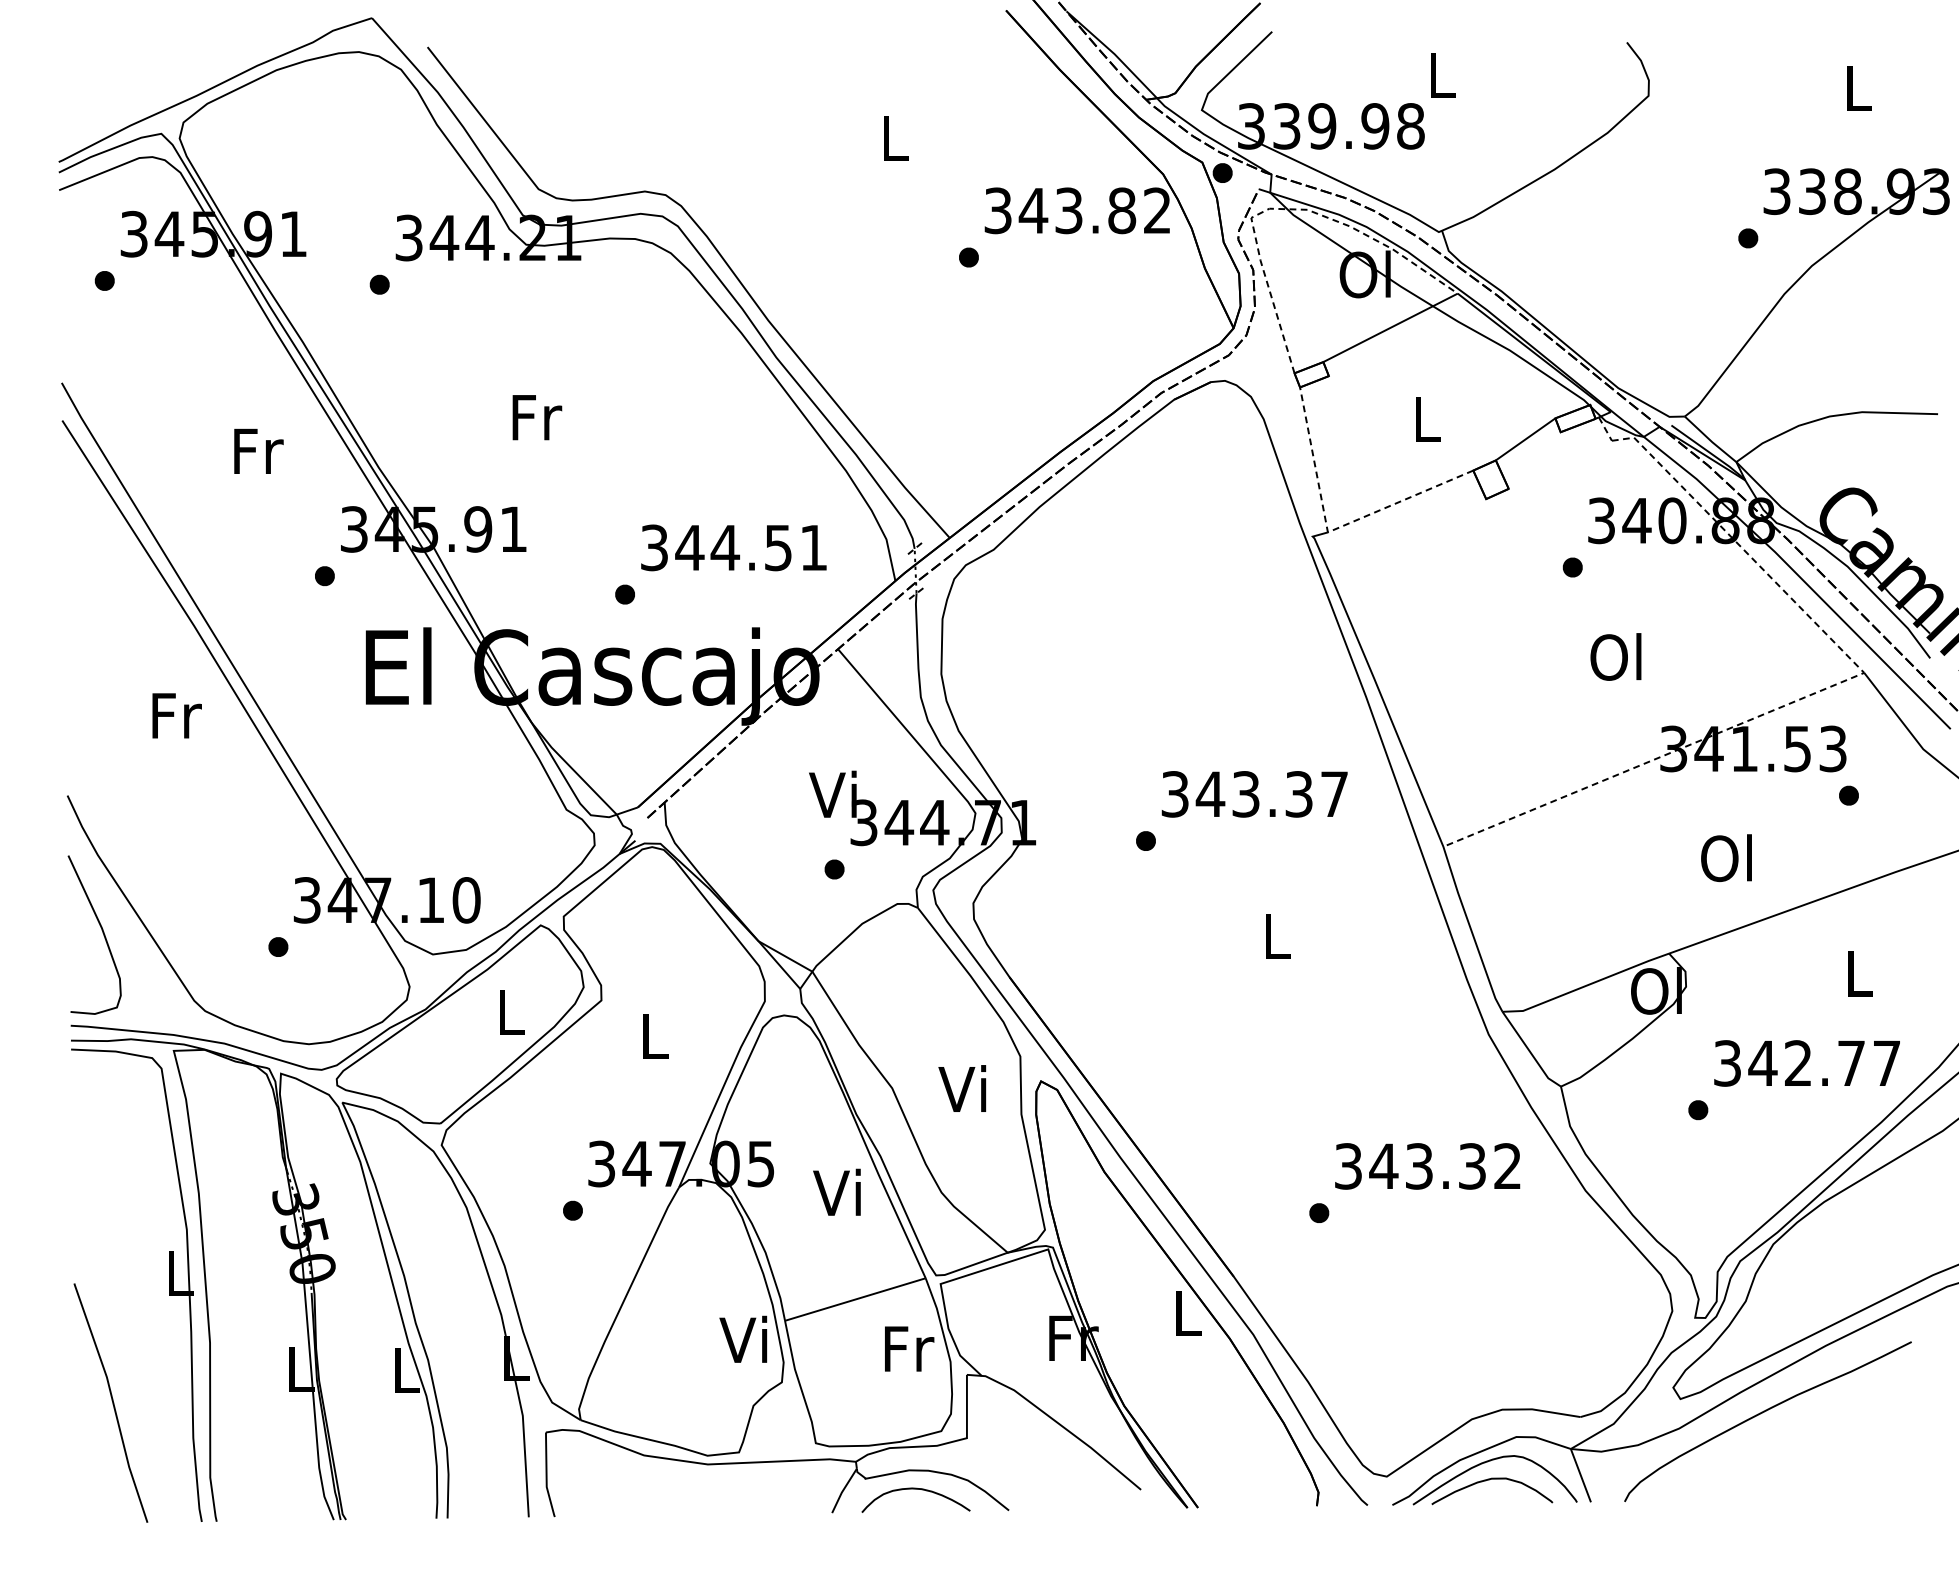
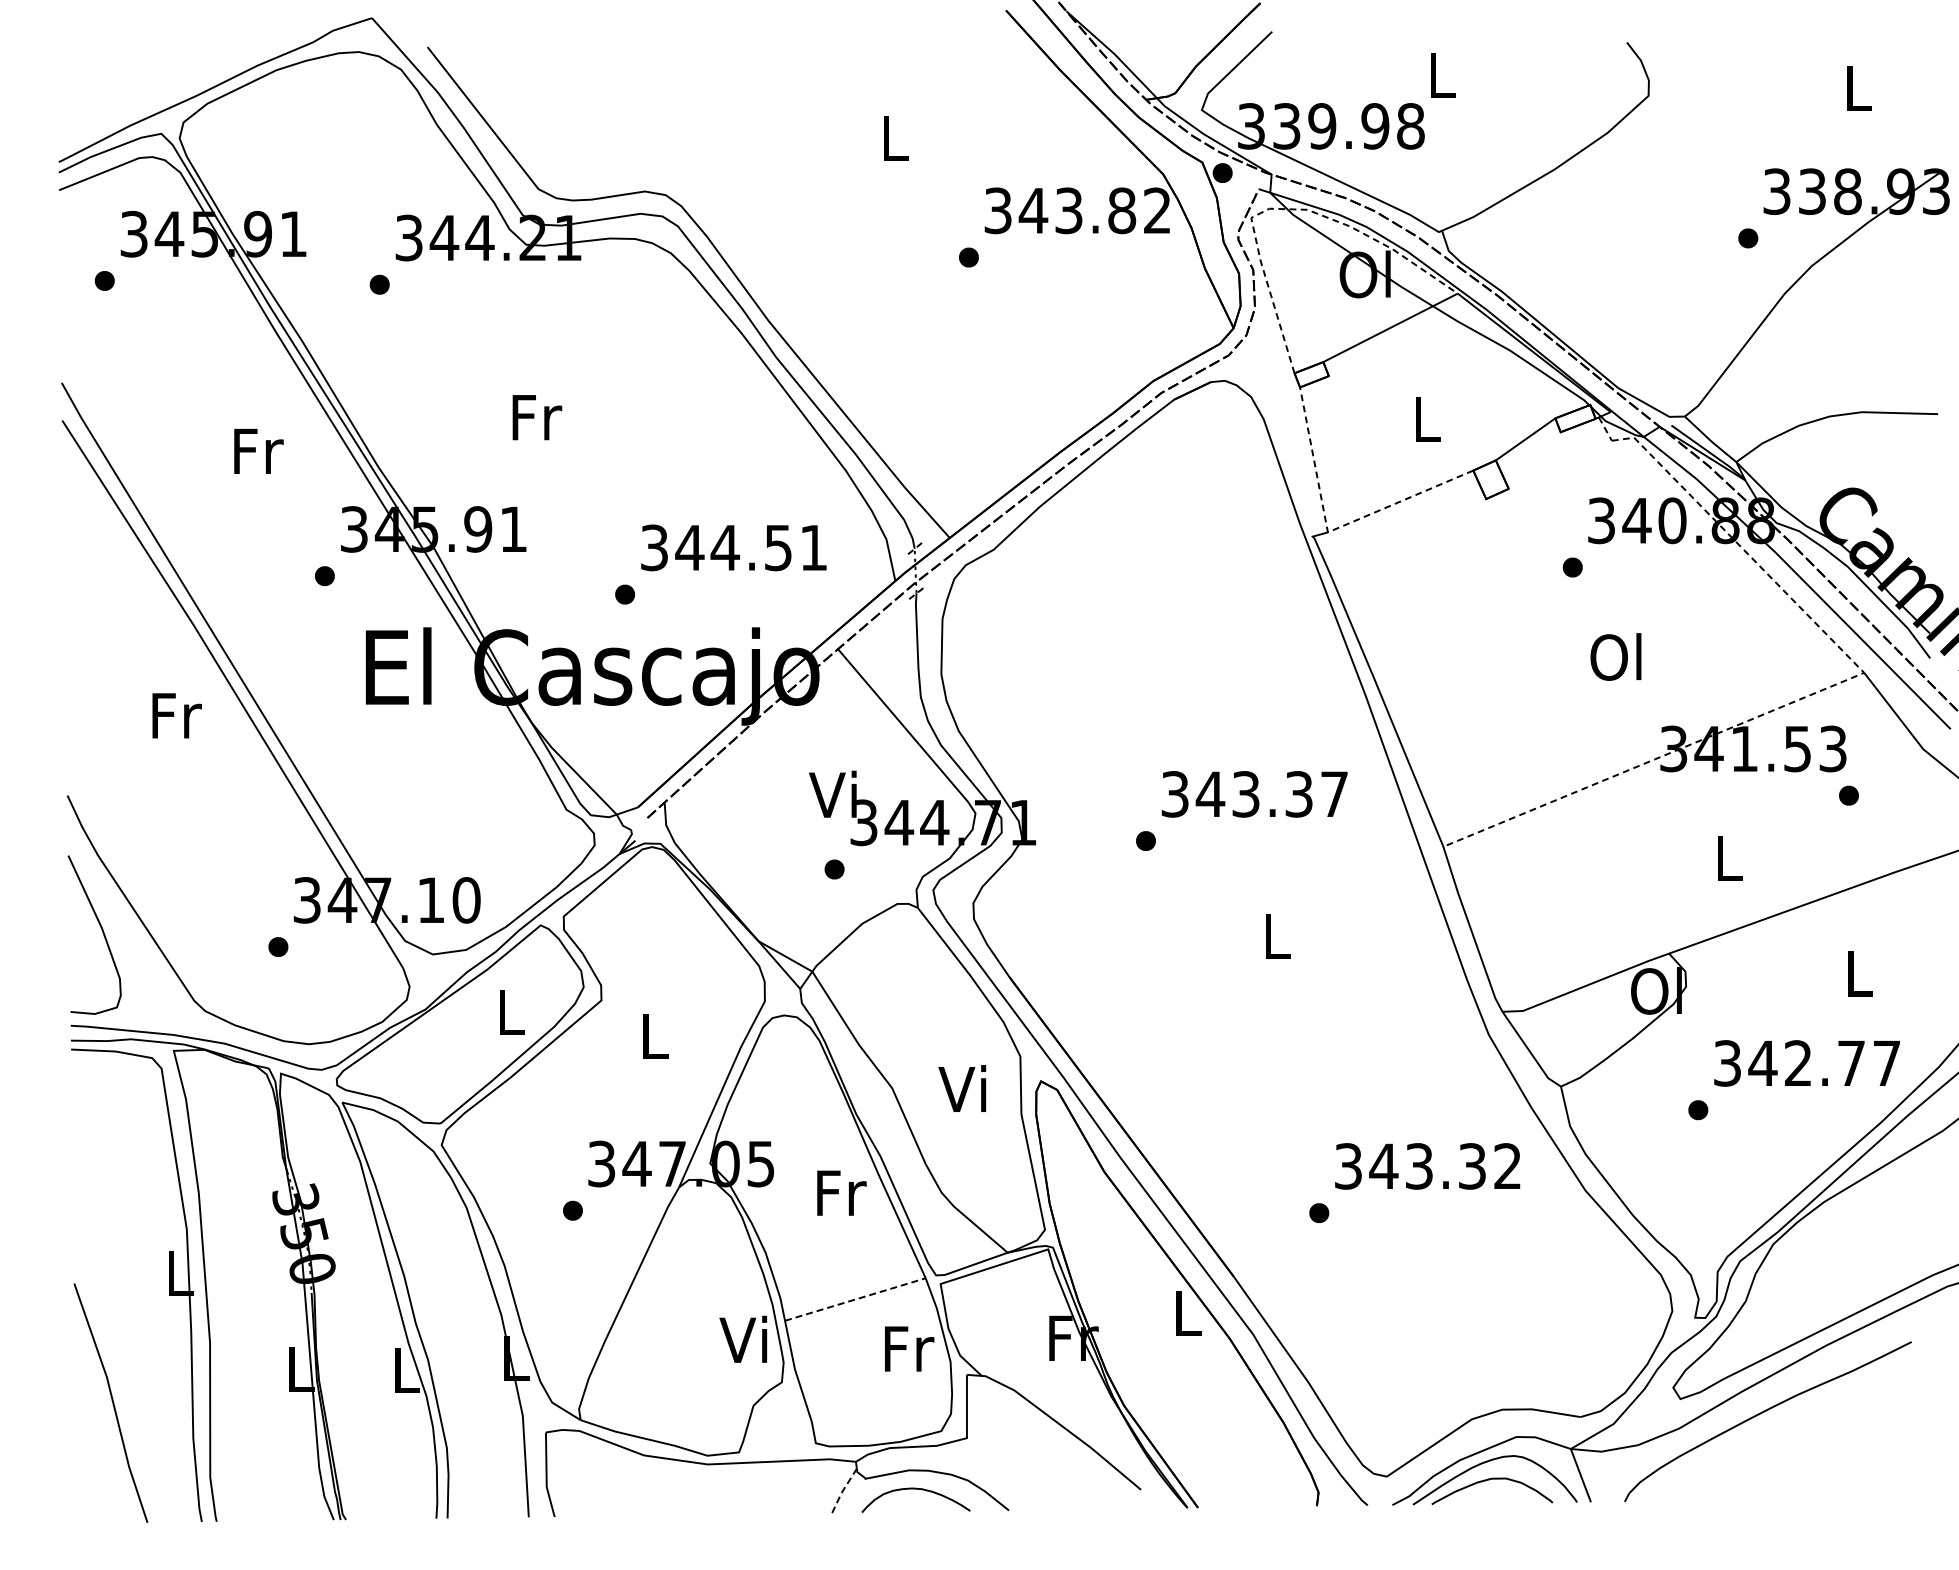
text at (1726, 858): Ol -> L
text at (839, 1191): Vi -> Fr
line at (855, 1299): solid -> dashed
line at (843, 1490): solid -> dashed
